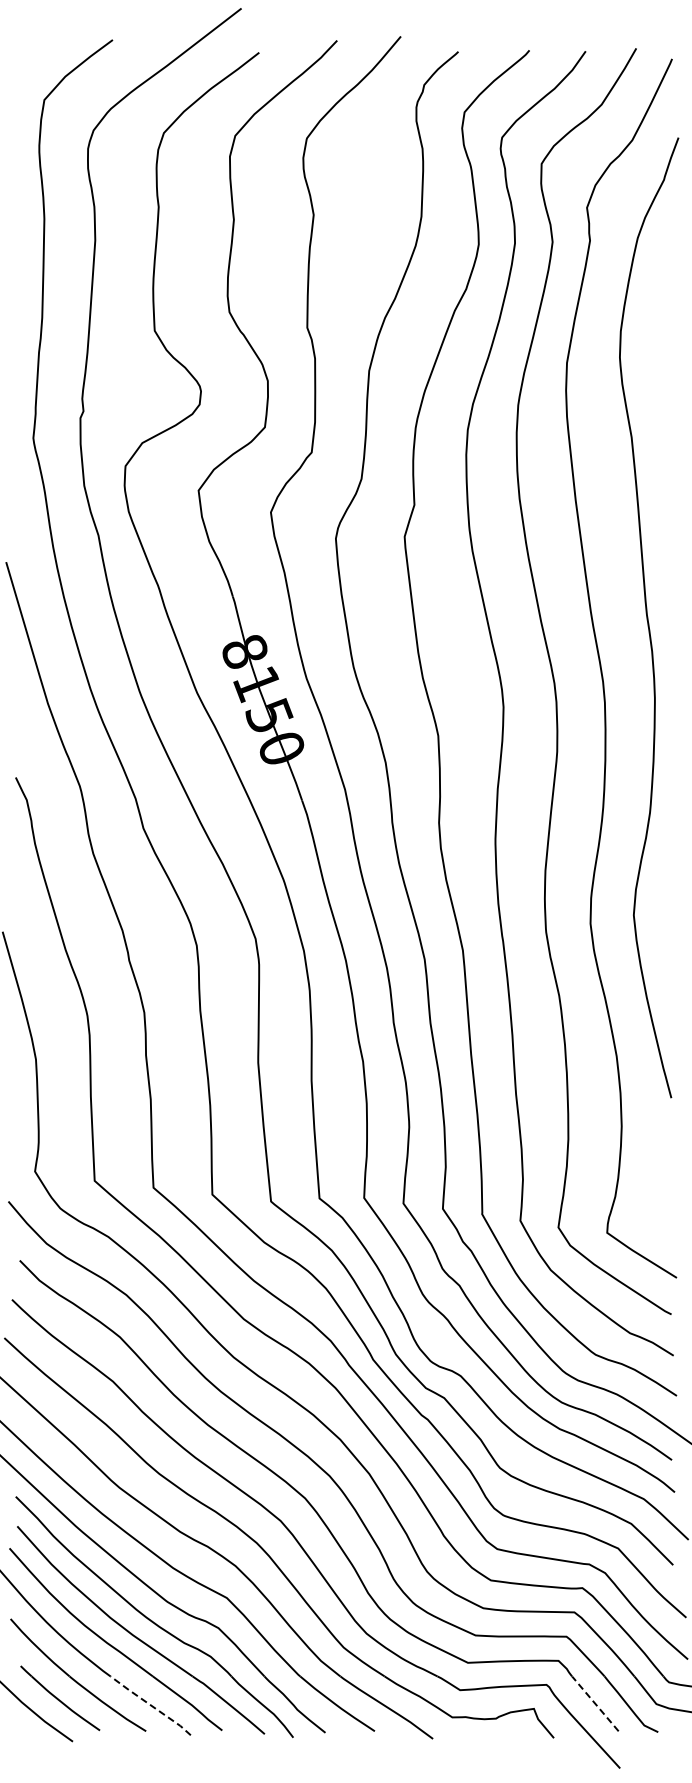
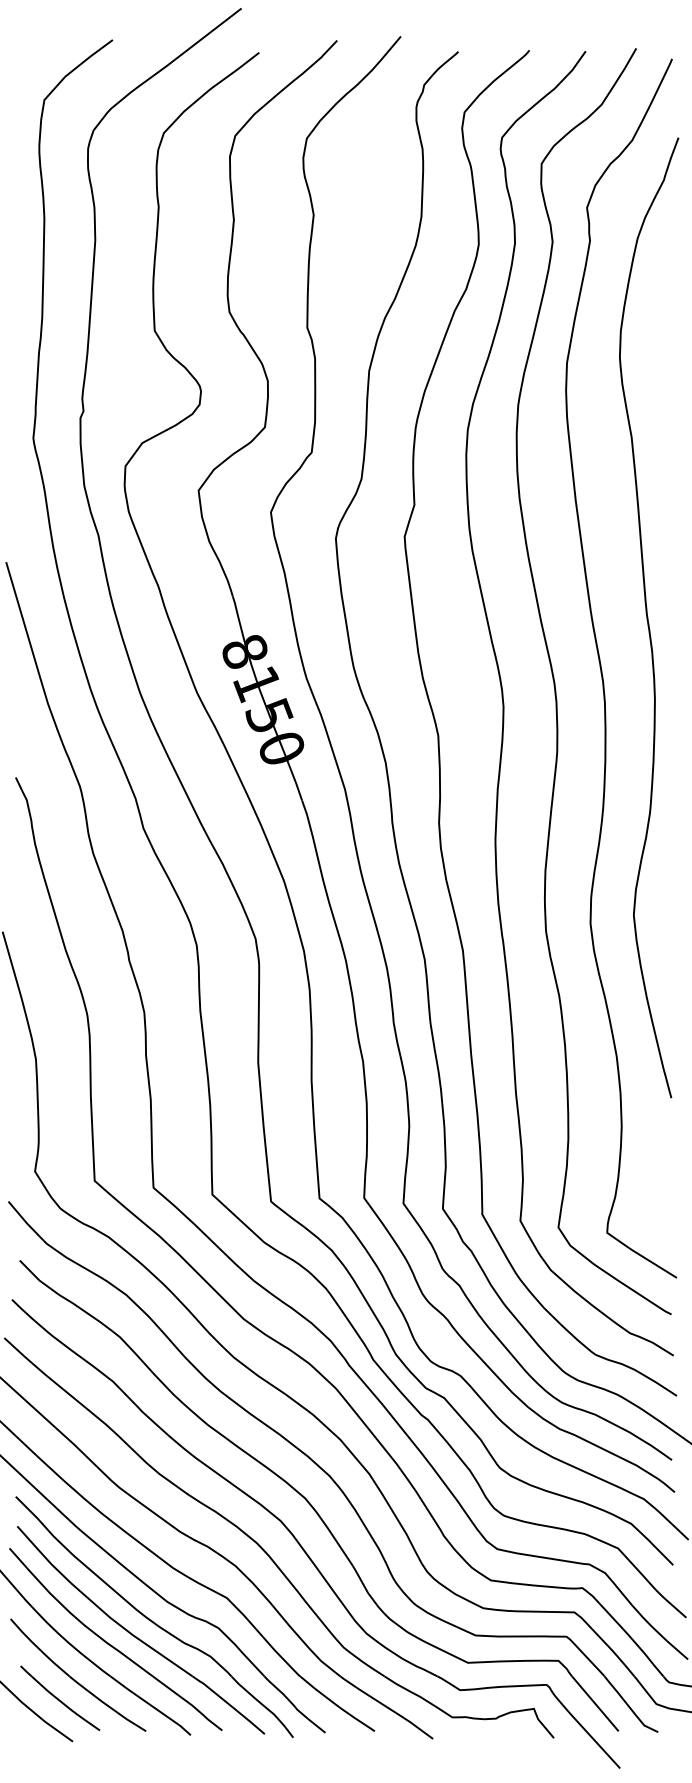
line at (594, 1703): dashed -> solid
line at (150, 1705): dashed -> solid
